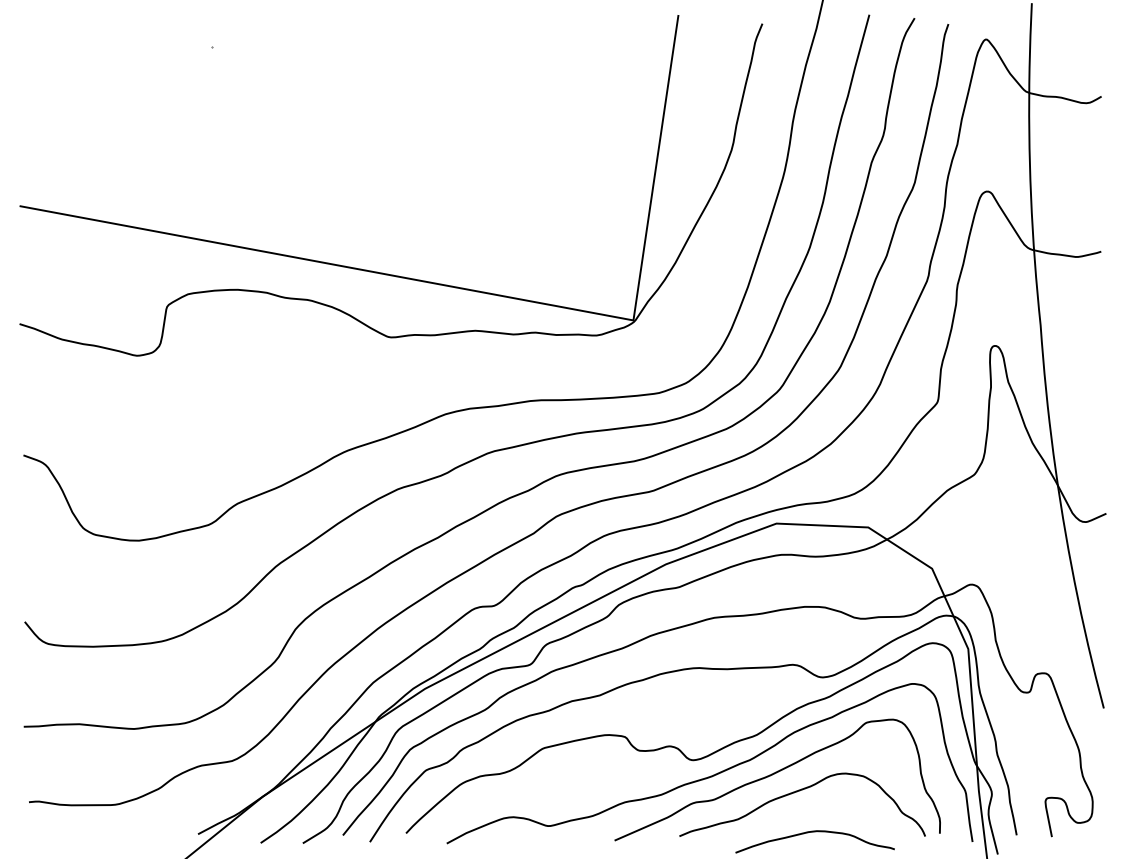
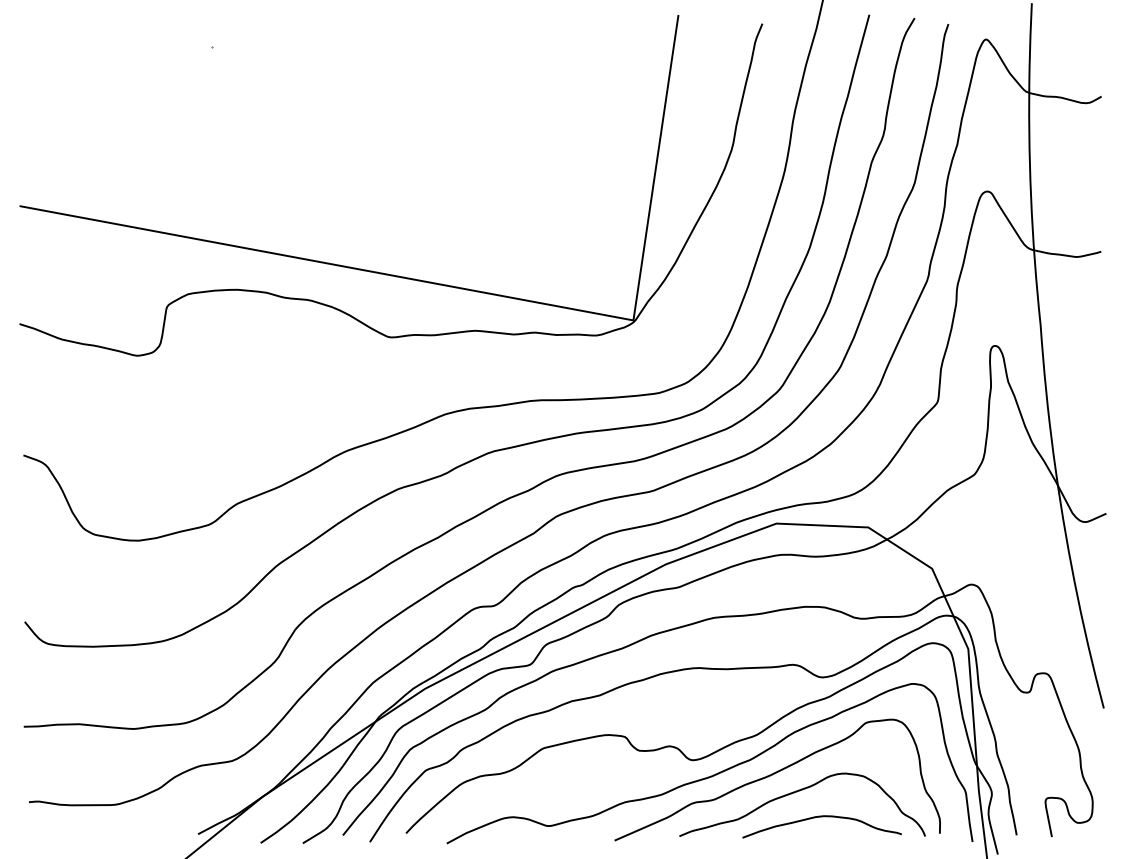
curve at (814, 832) position: (814, 832) -> (821, 817)
